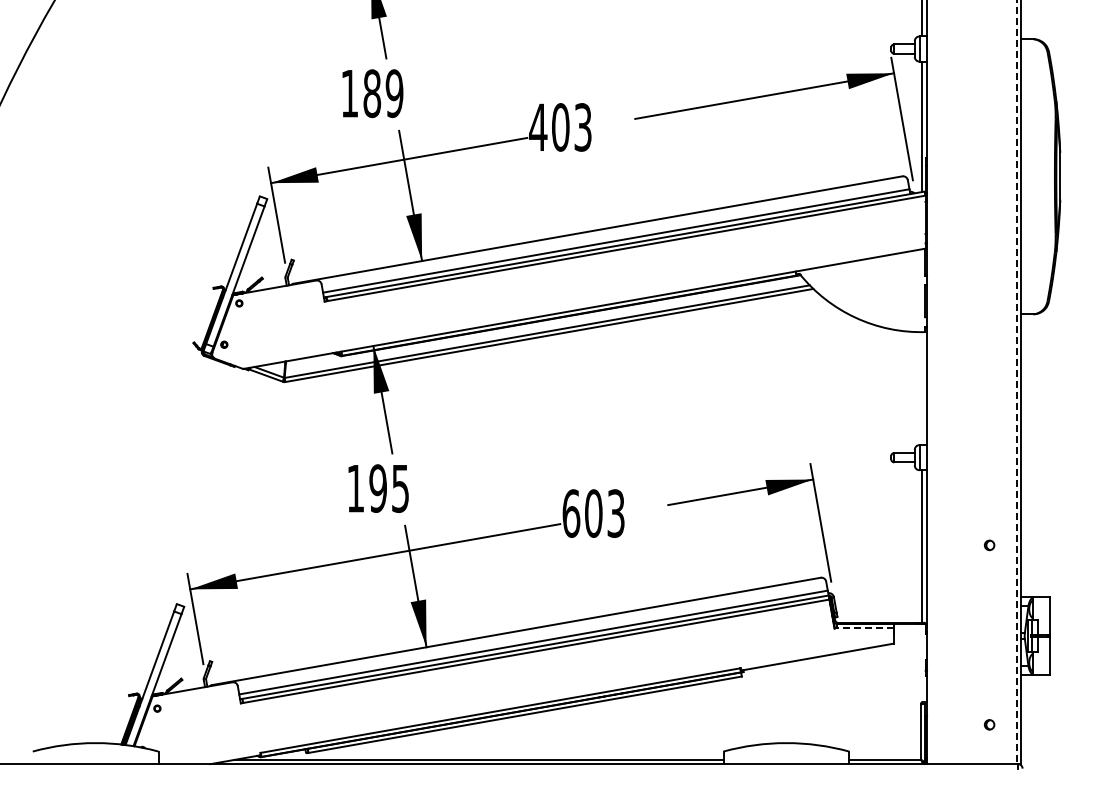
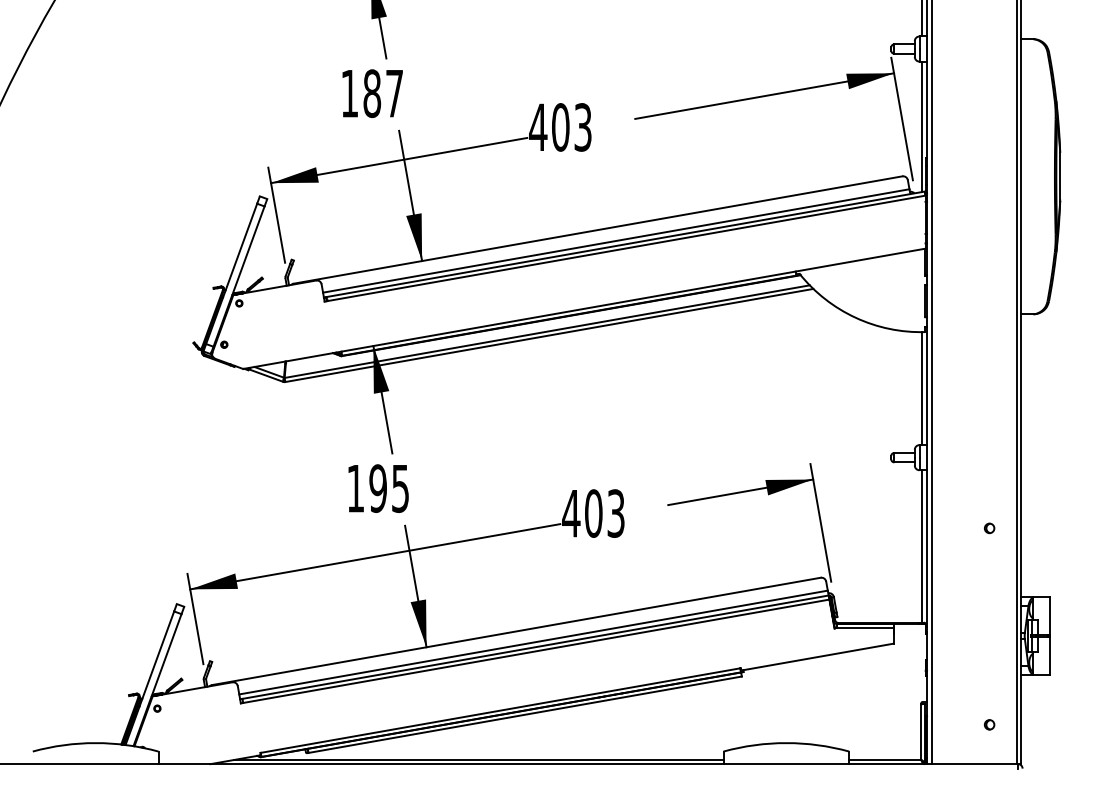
text at (394, 93): 189 -> 187
line at (1016, 382): dashed -> solid
line at (931, 383): none -> present
line at (922, 388): none -> present
text at (571, 513): 603 -> 403
part at (989, 545) position: (989, 545) -> (989, 528)
line at (864, 628): dashed -> solid
